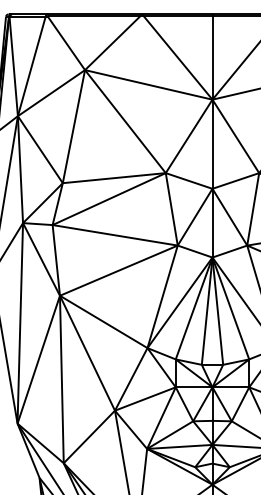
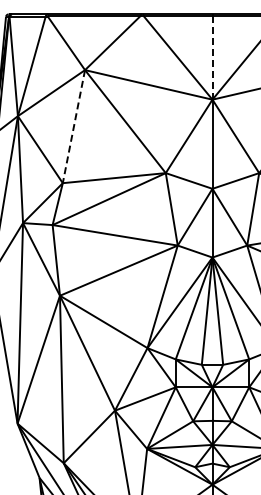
line at (212, 57): solid -> dashed
line at (73, 126): solid -> dashed
